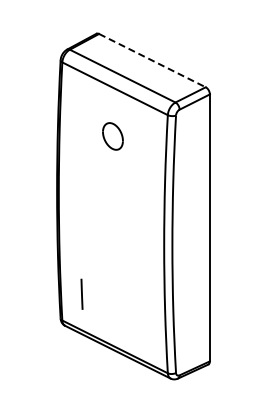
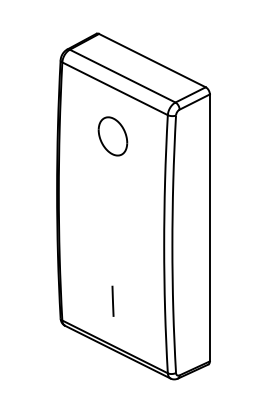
line at (152, 60): dashed -> solid
part at (112, 136) size: 22x29 px -> 32x41 px
line at (81, 293) position: (81, 293) -> (112, 300)
